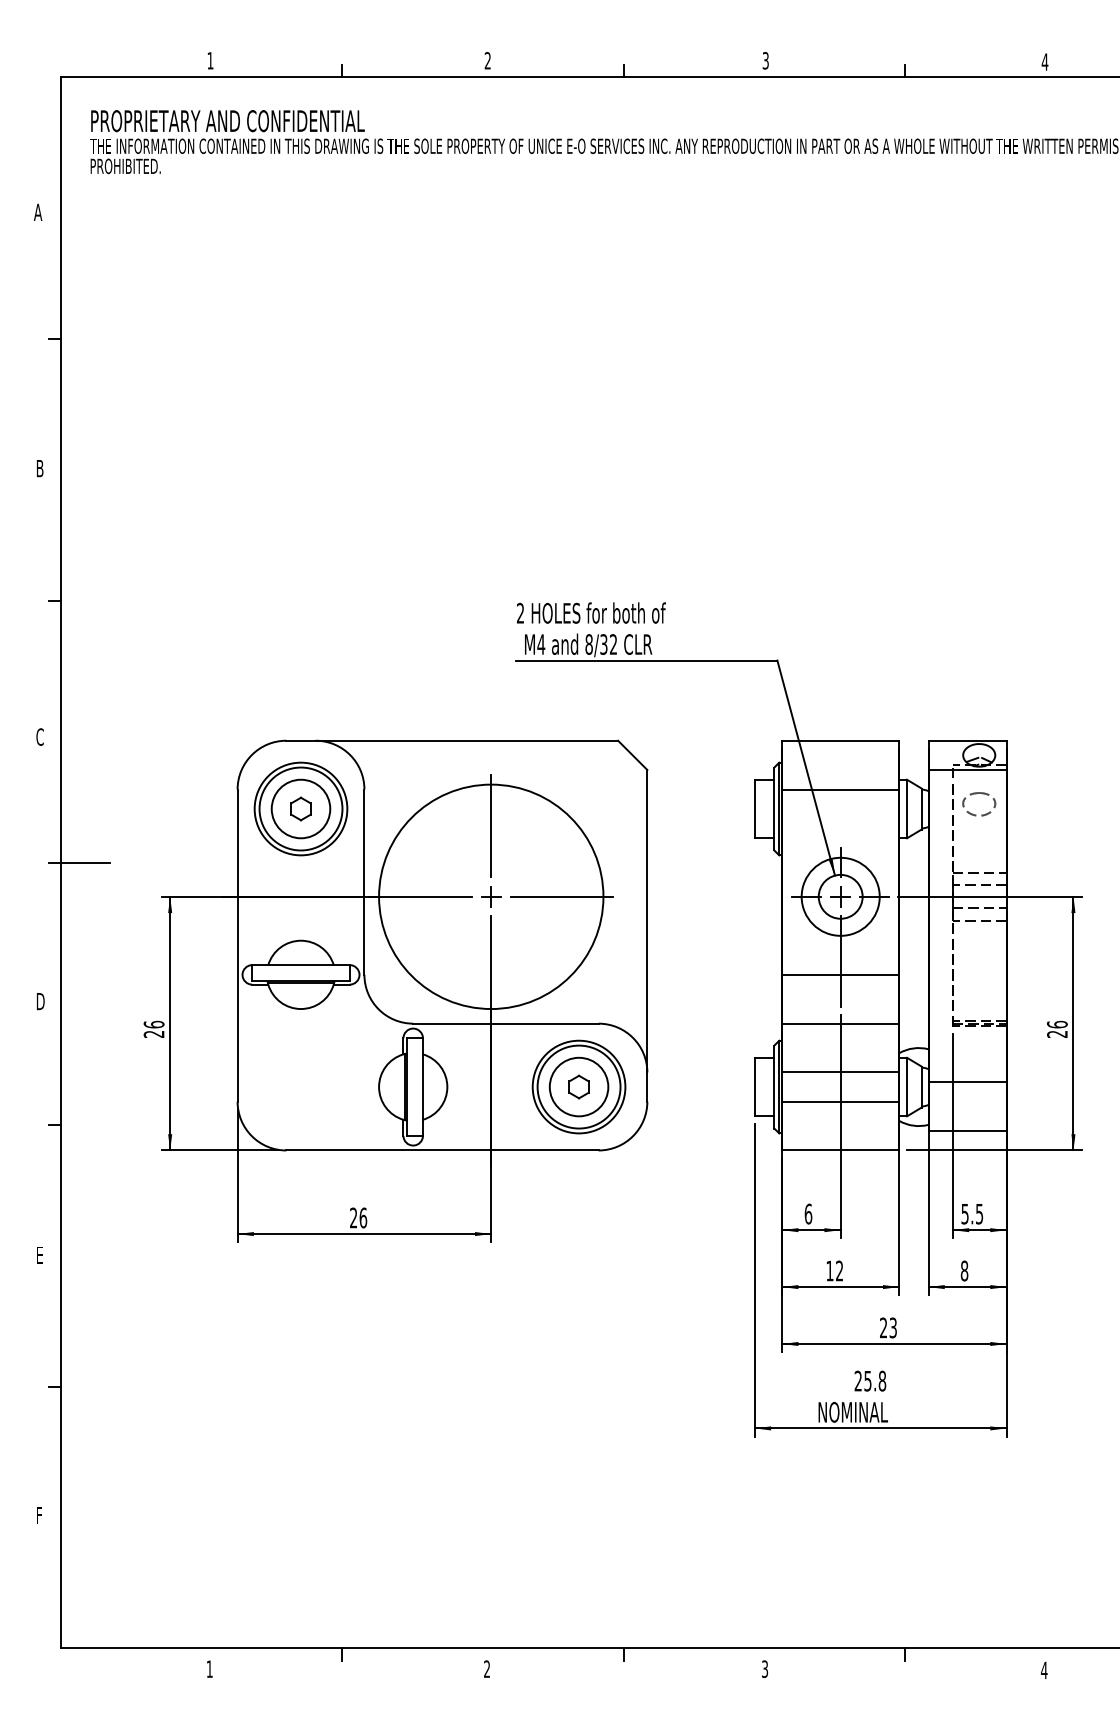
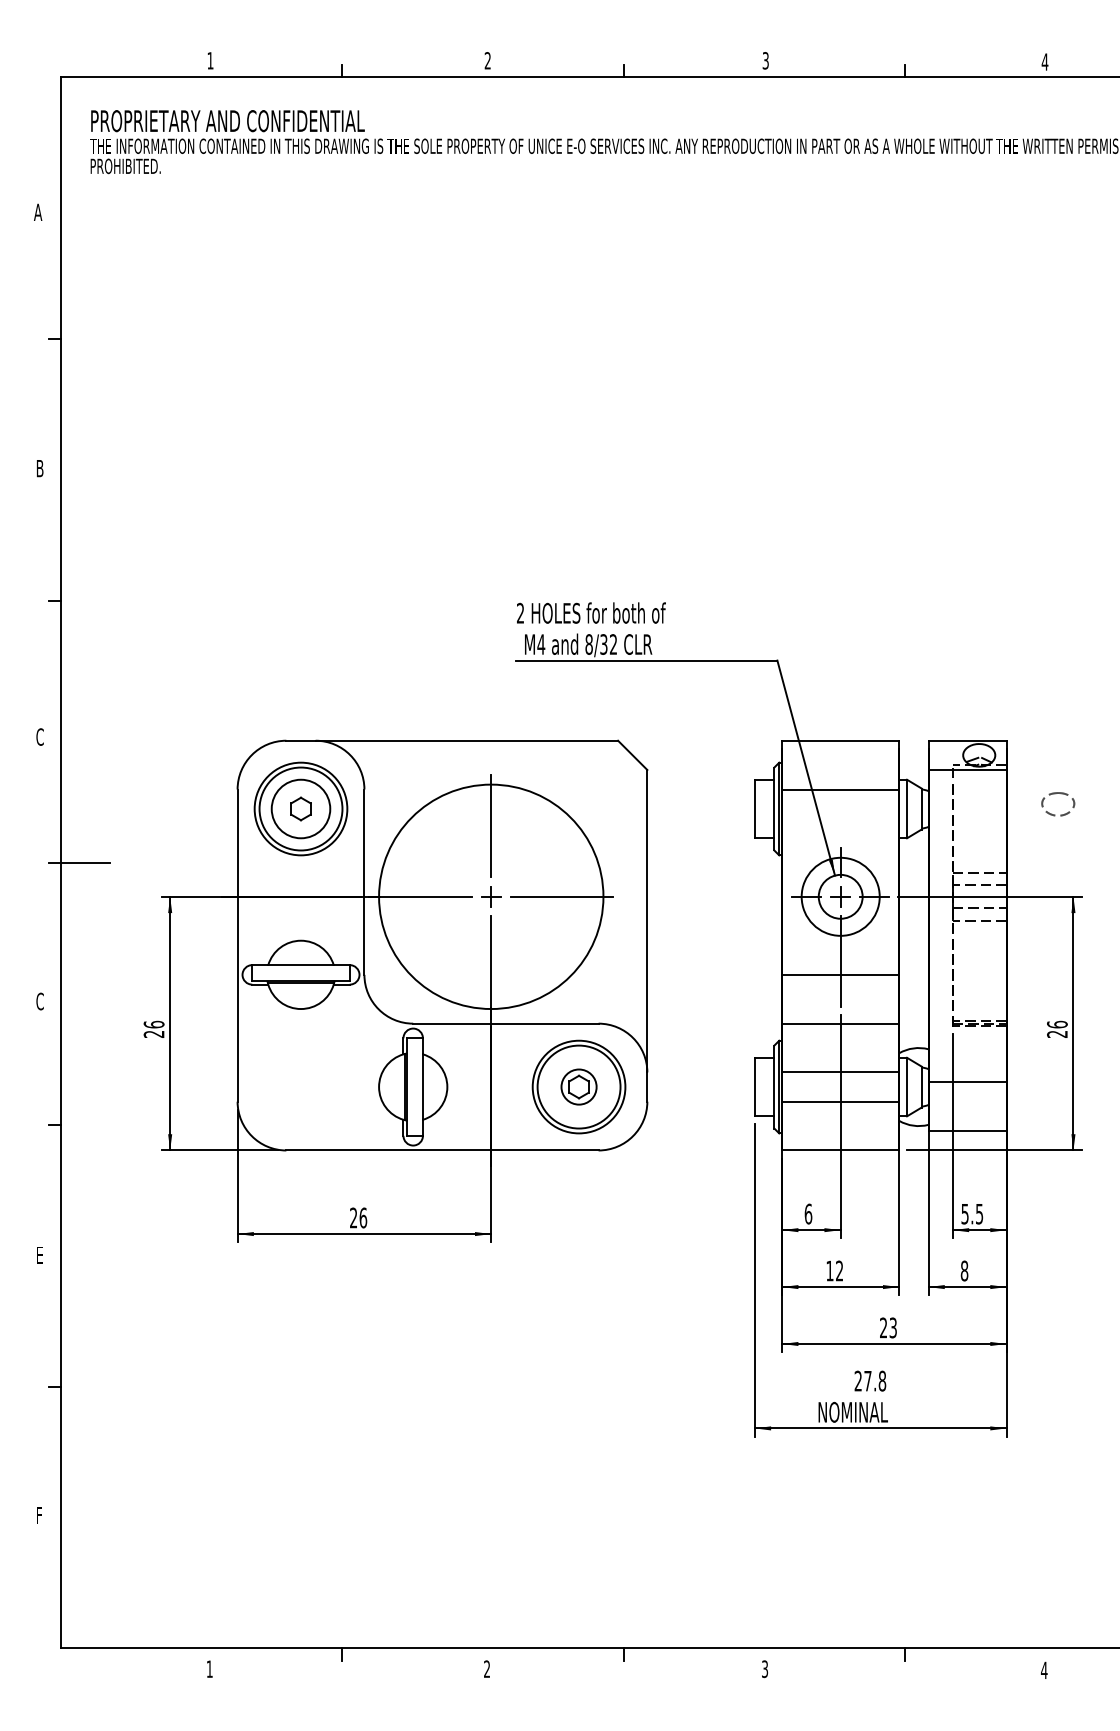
part at (981, 814) position: (981, 814) -> (1060, 814)
text at (40, 1001): D -> C
circle at (578, 1086) diameter: 59 px -> 35 px
text at (867, 1381): 25.8 -> 27.8
